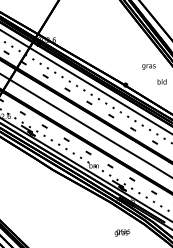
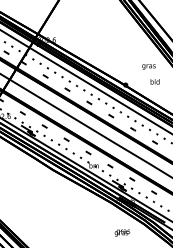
text at (161, 81) position: (161, 81) -> (154, 81)
